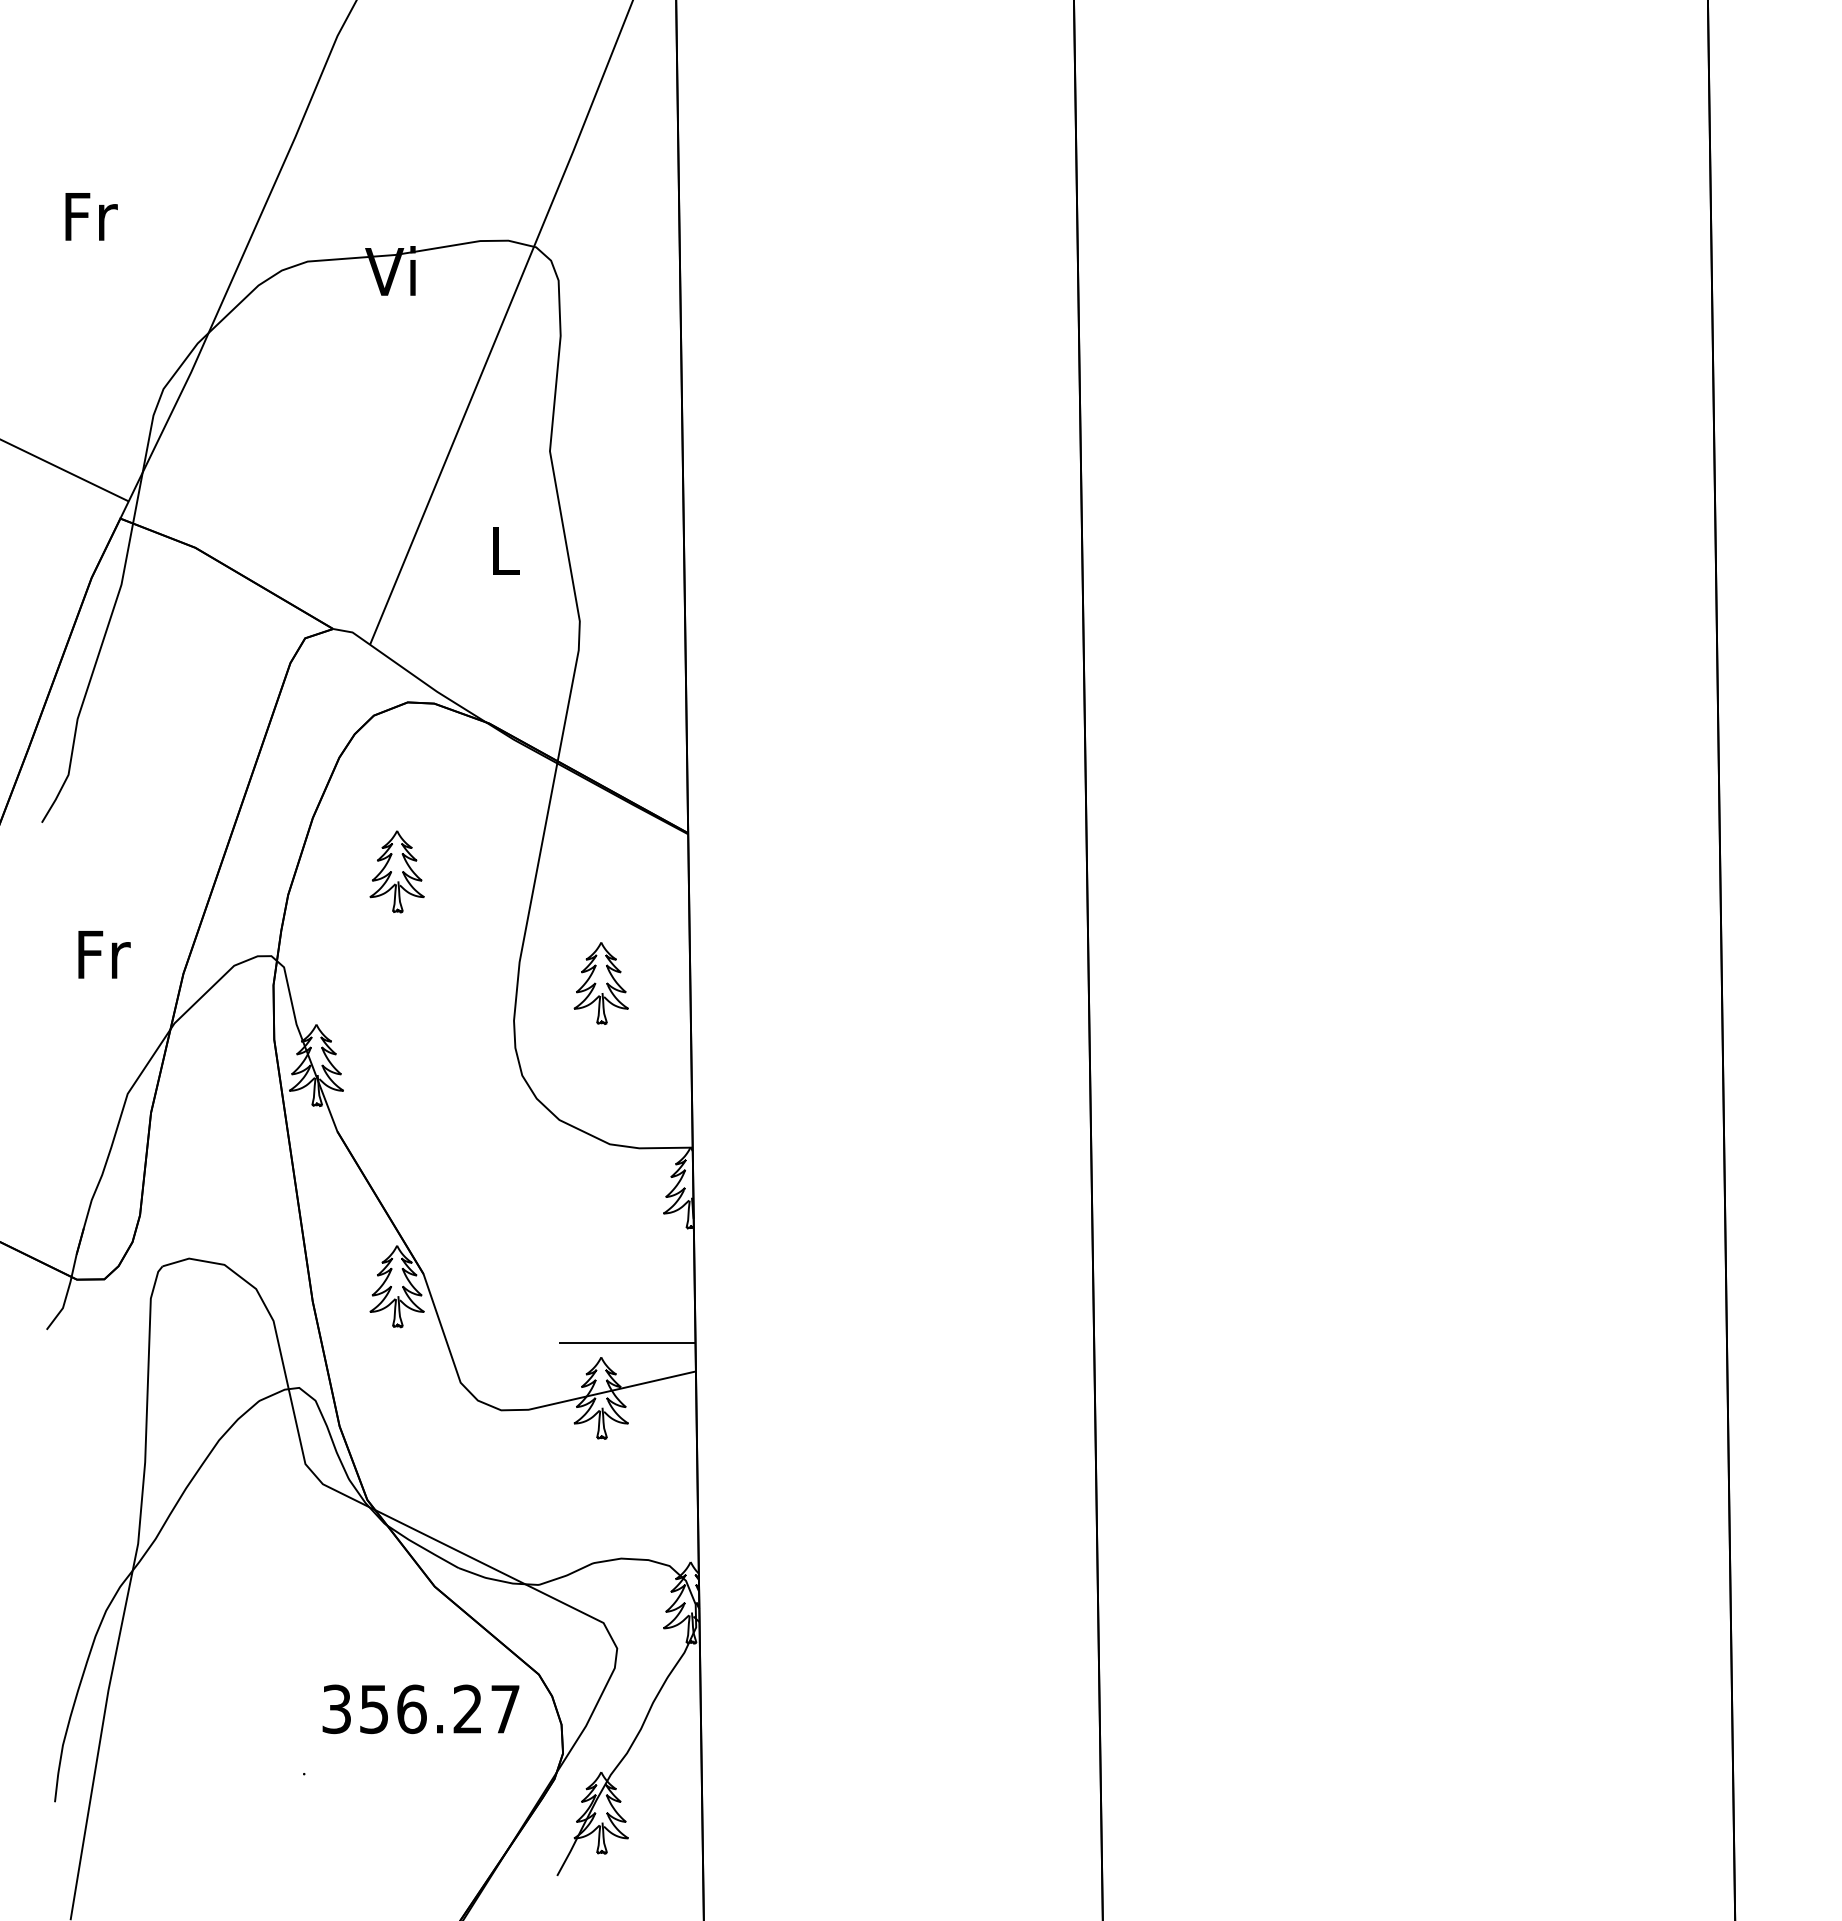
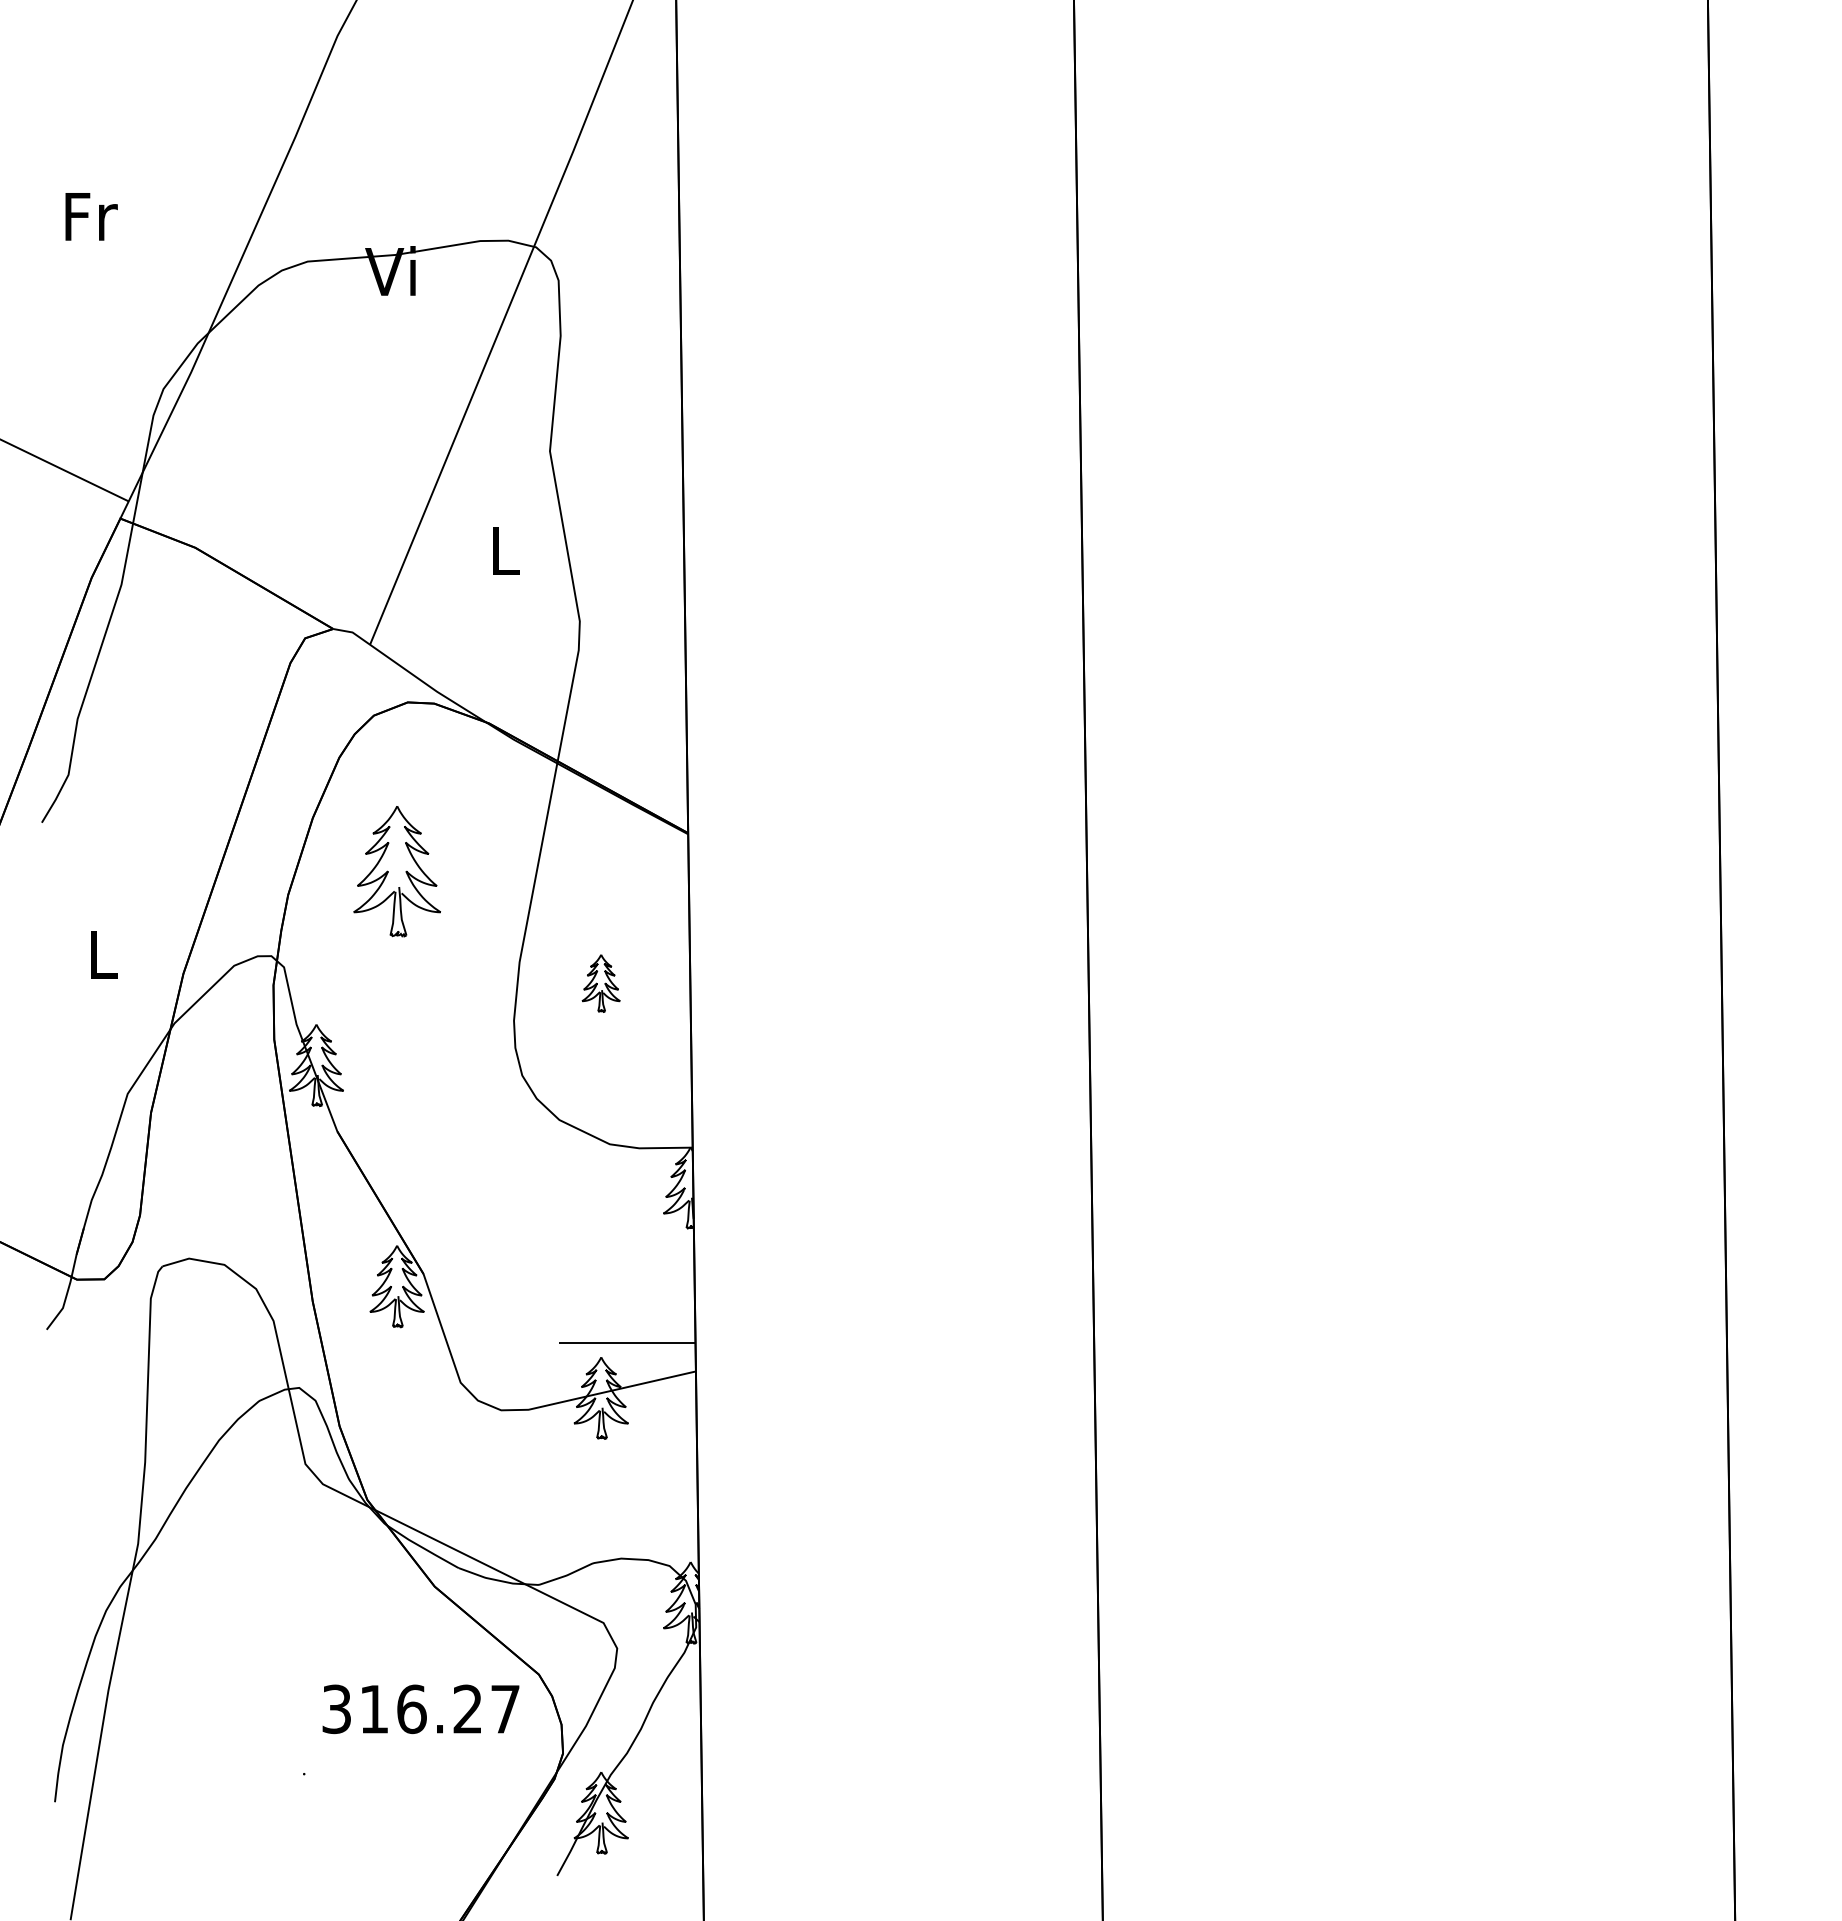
part at (396, 871) size: 56x84 px -> 88x132 px
text at (104, 954): Fr -> L
part at (600, 983) size: 56x83 px -> 40x59 px
text at (373, 1709): 356.27 -> 316.27
